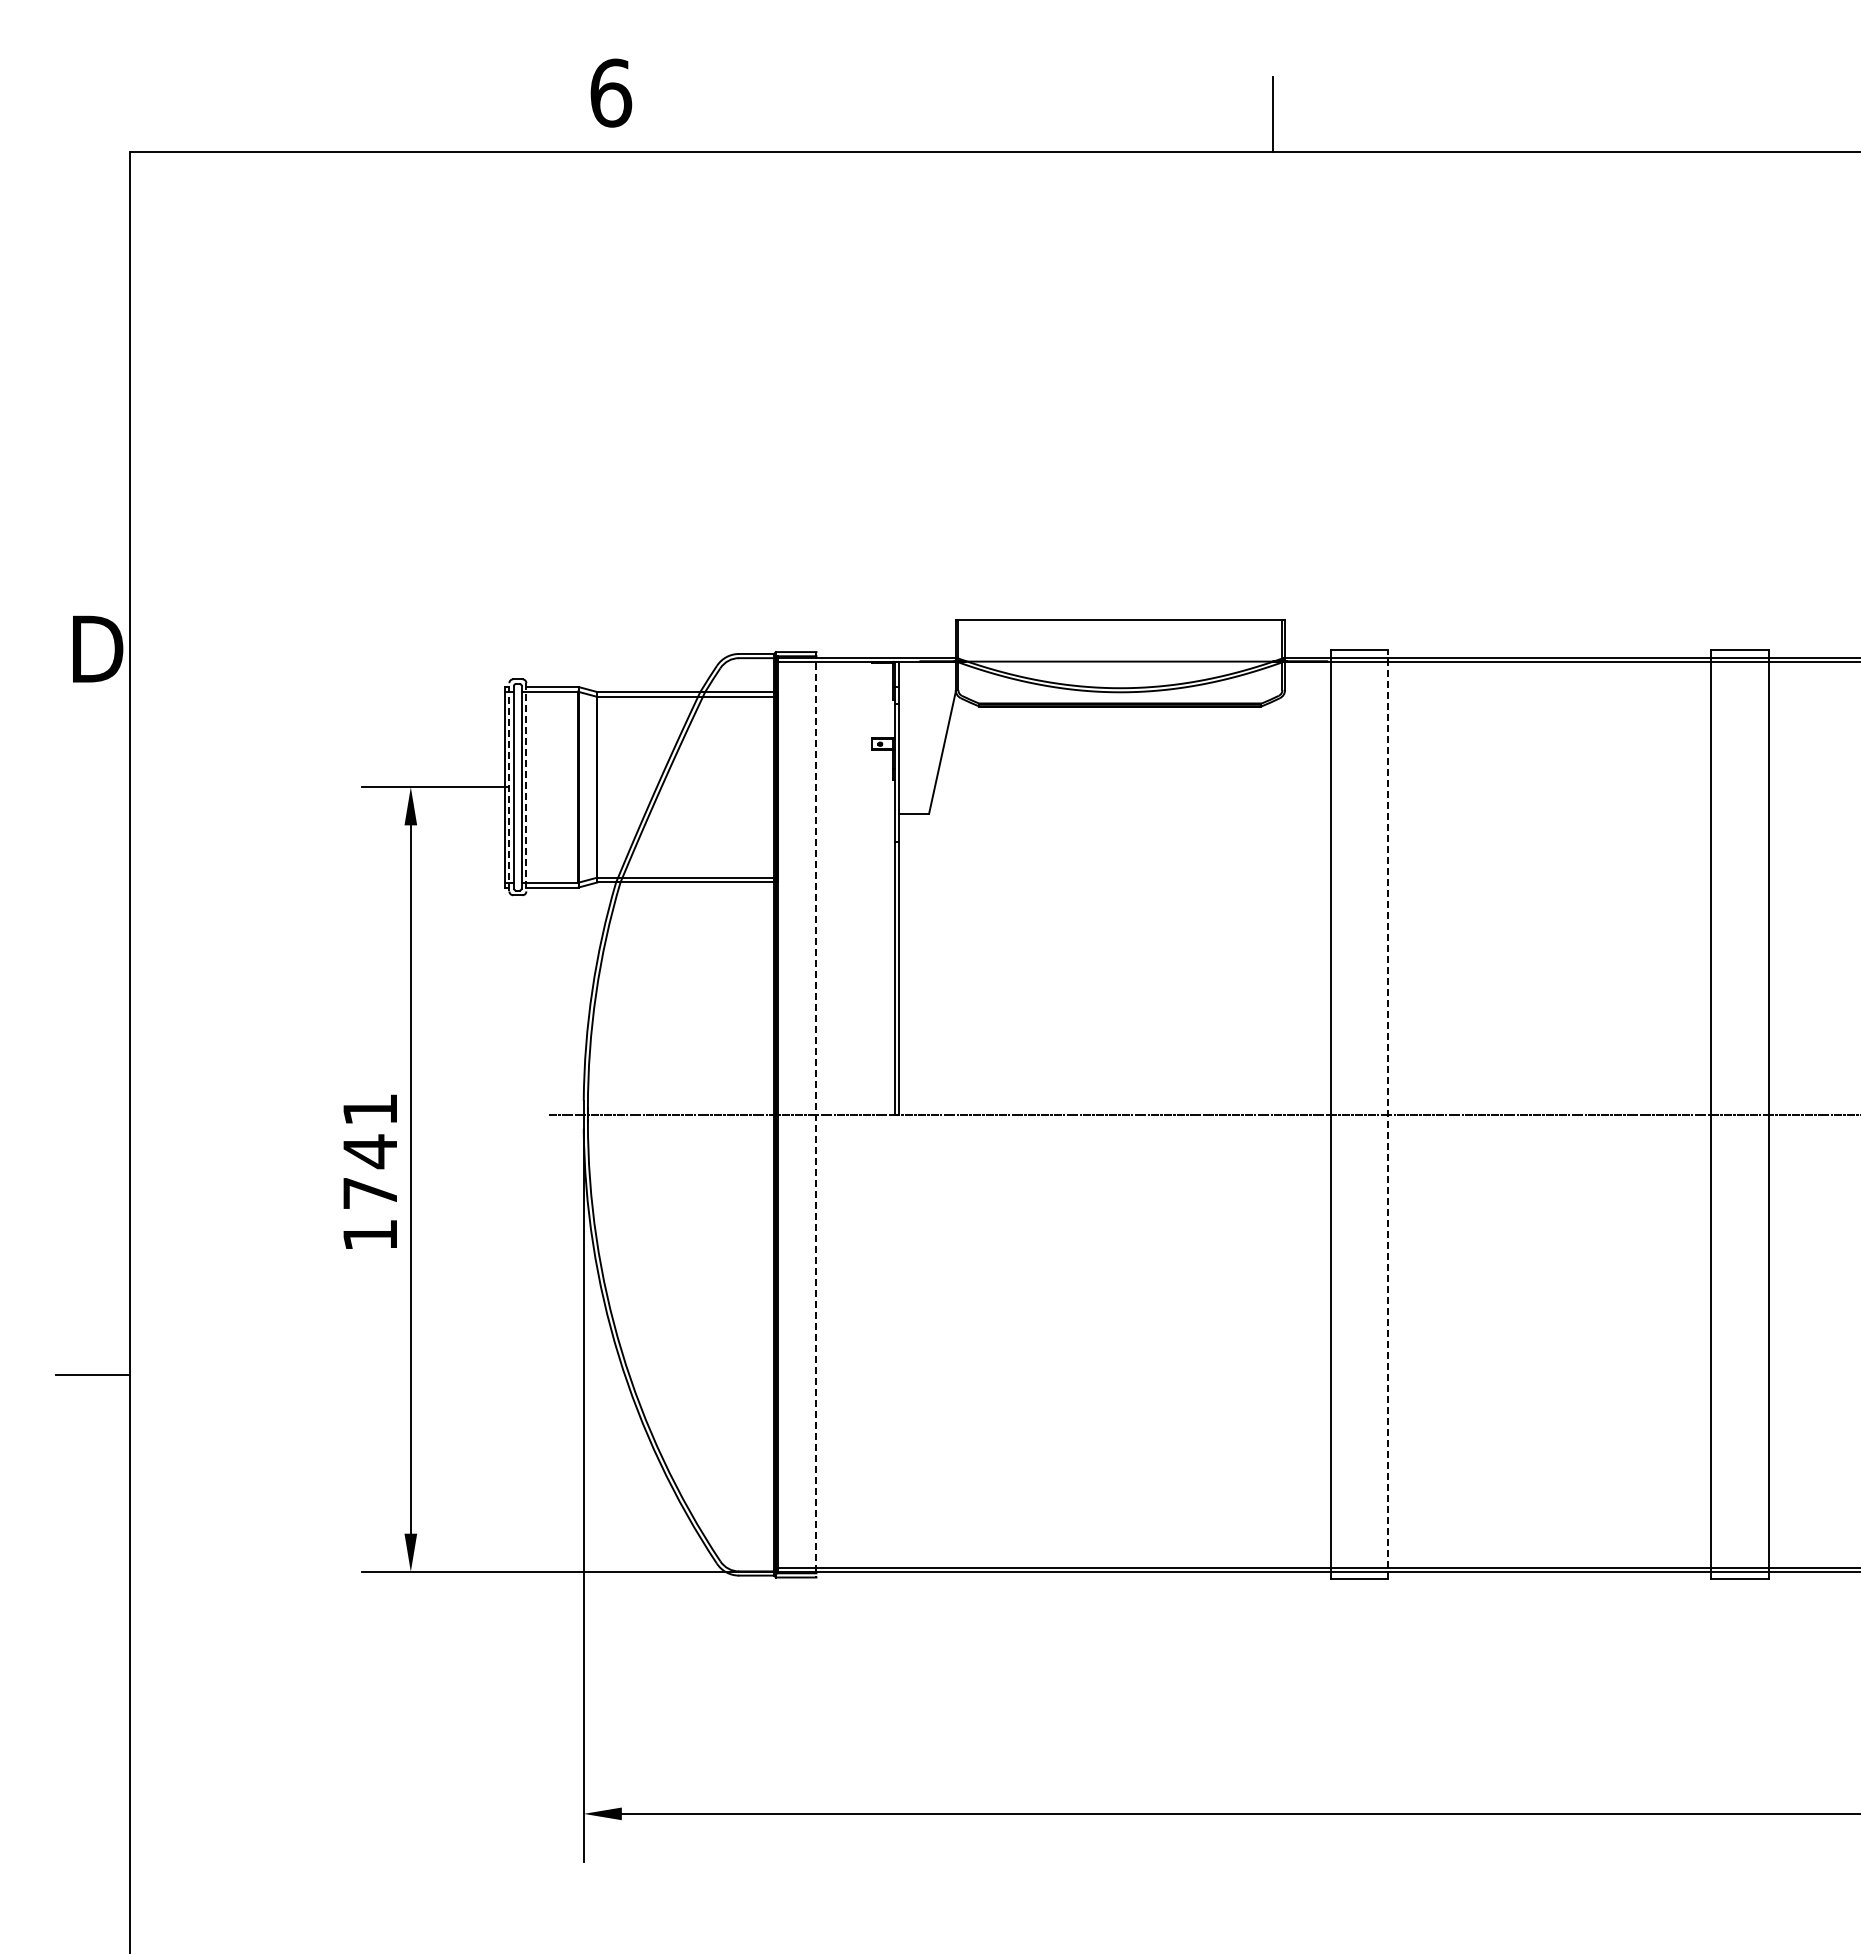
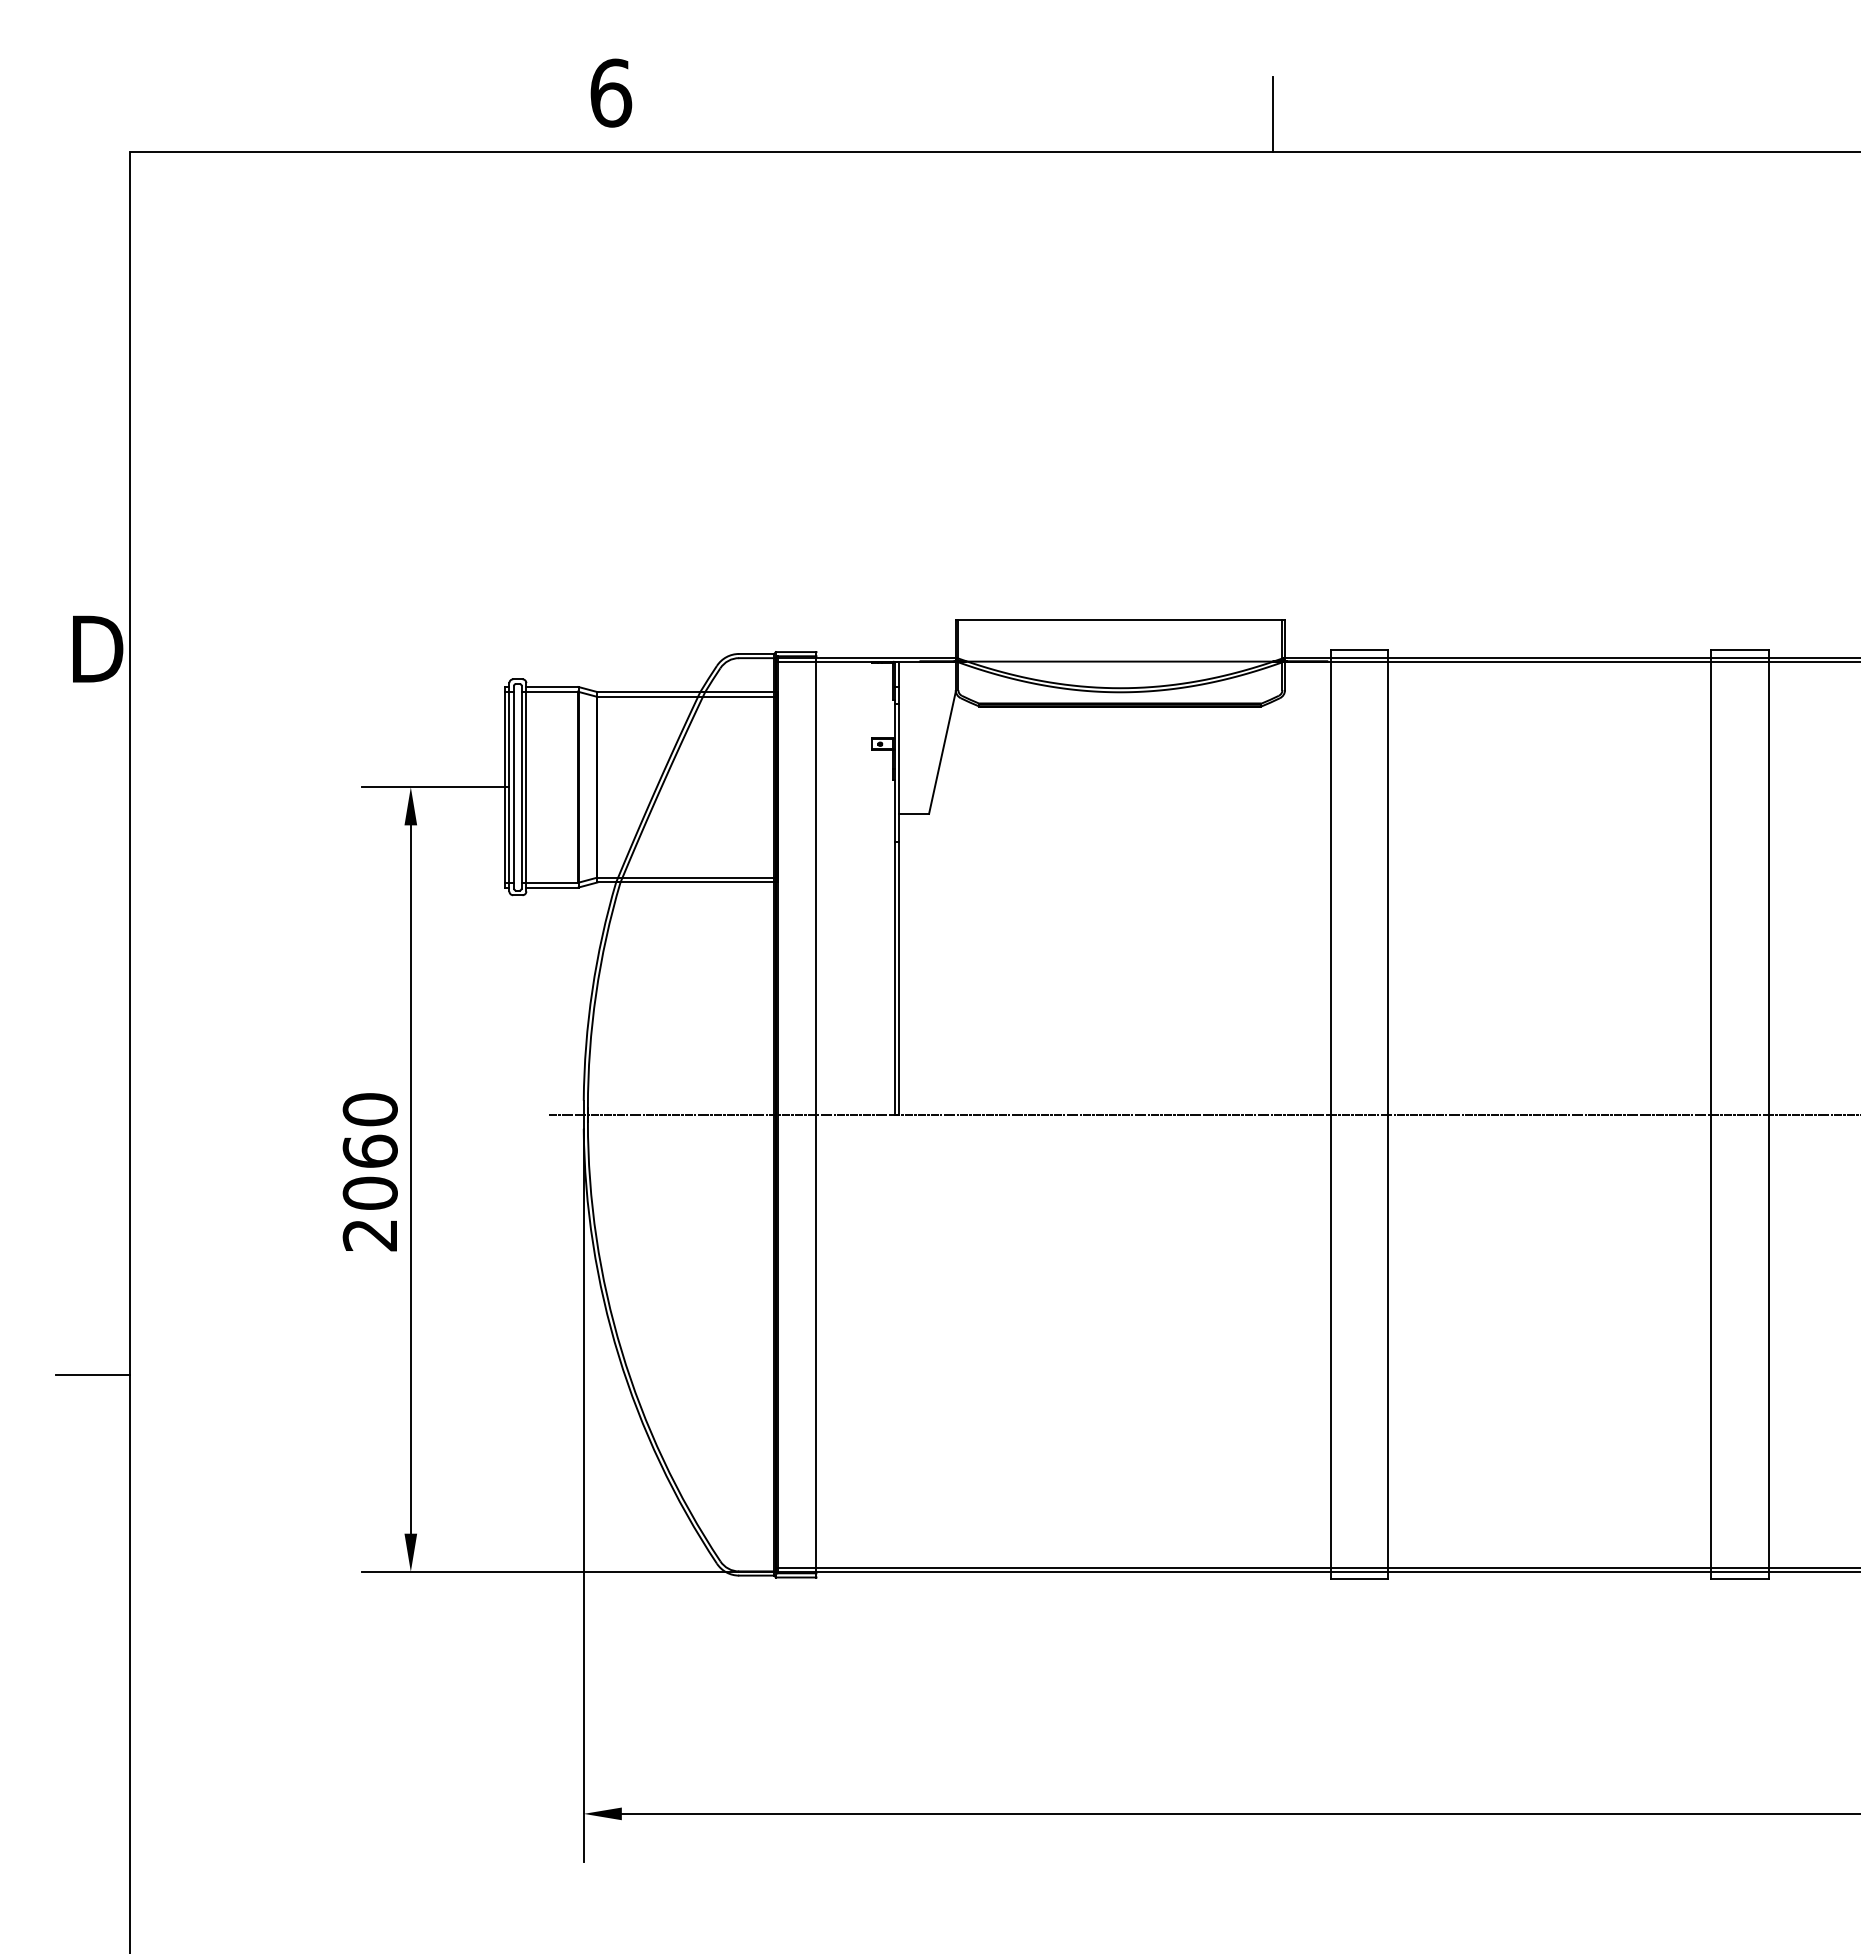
line at (509, 786): dashed -> solid
line at (526, 787): dashed -> solid
line at (816, 1114): dashed -> solid
line at (1387, 1114): dashed -> solid
text at (369, 1172): 1741 -> 2060
